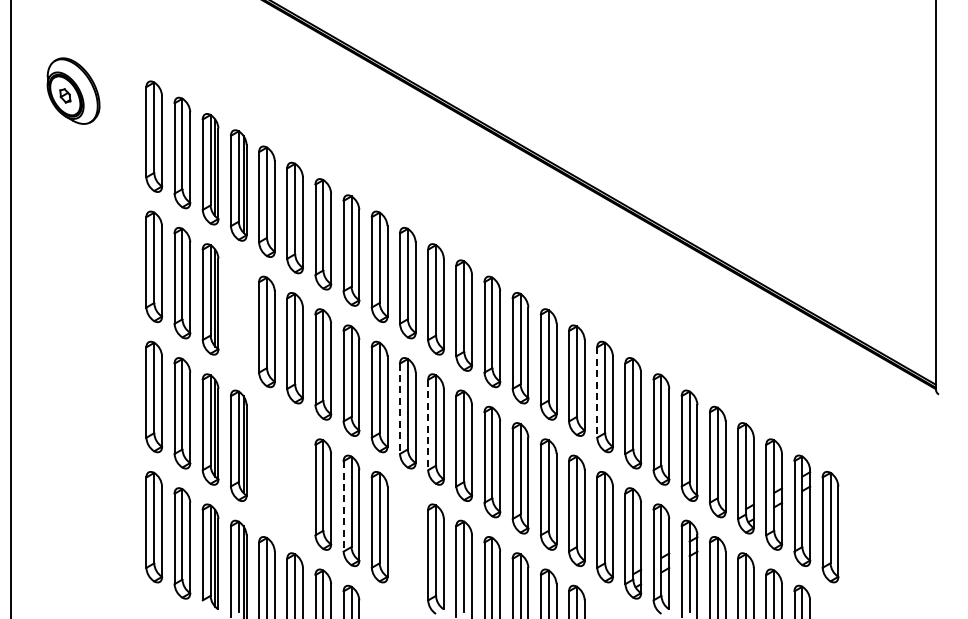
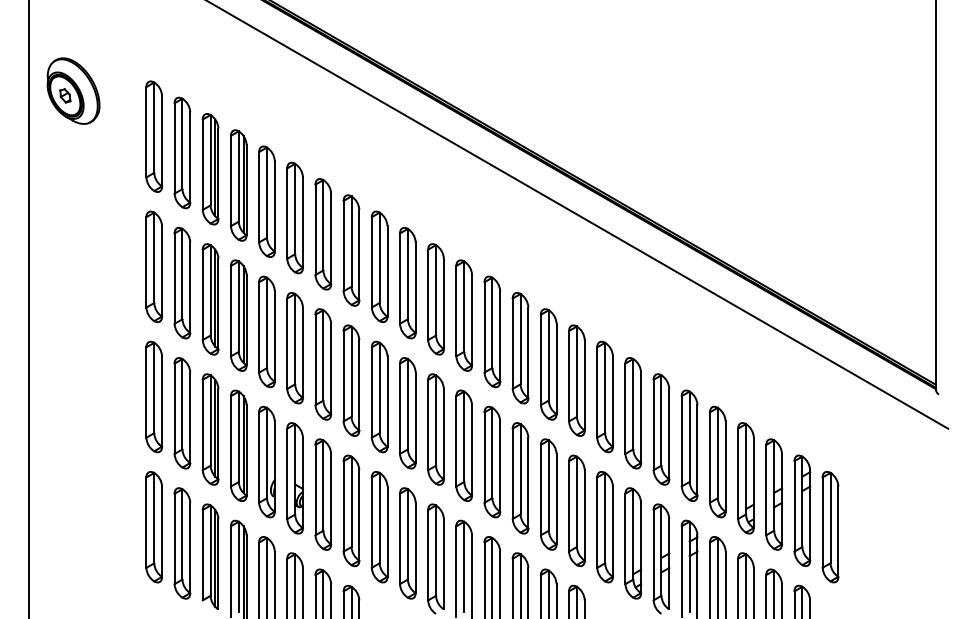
line at (578, 215): none -> present
line at (11, 308) position: (11, 308) -> (29, 308)
part at (238, 315): none -> present
line at (597, 392): dashed -> solid
line at (400, 409): dashed -> solid
line at (428, 425): dashed -> solid
part at (266, 461): none -> present
part at (294, 478): none -> present
line at (343, 506): dashed -> solid
part at (407, 543): none -> present
